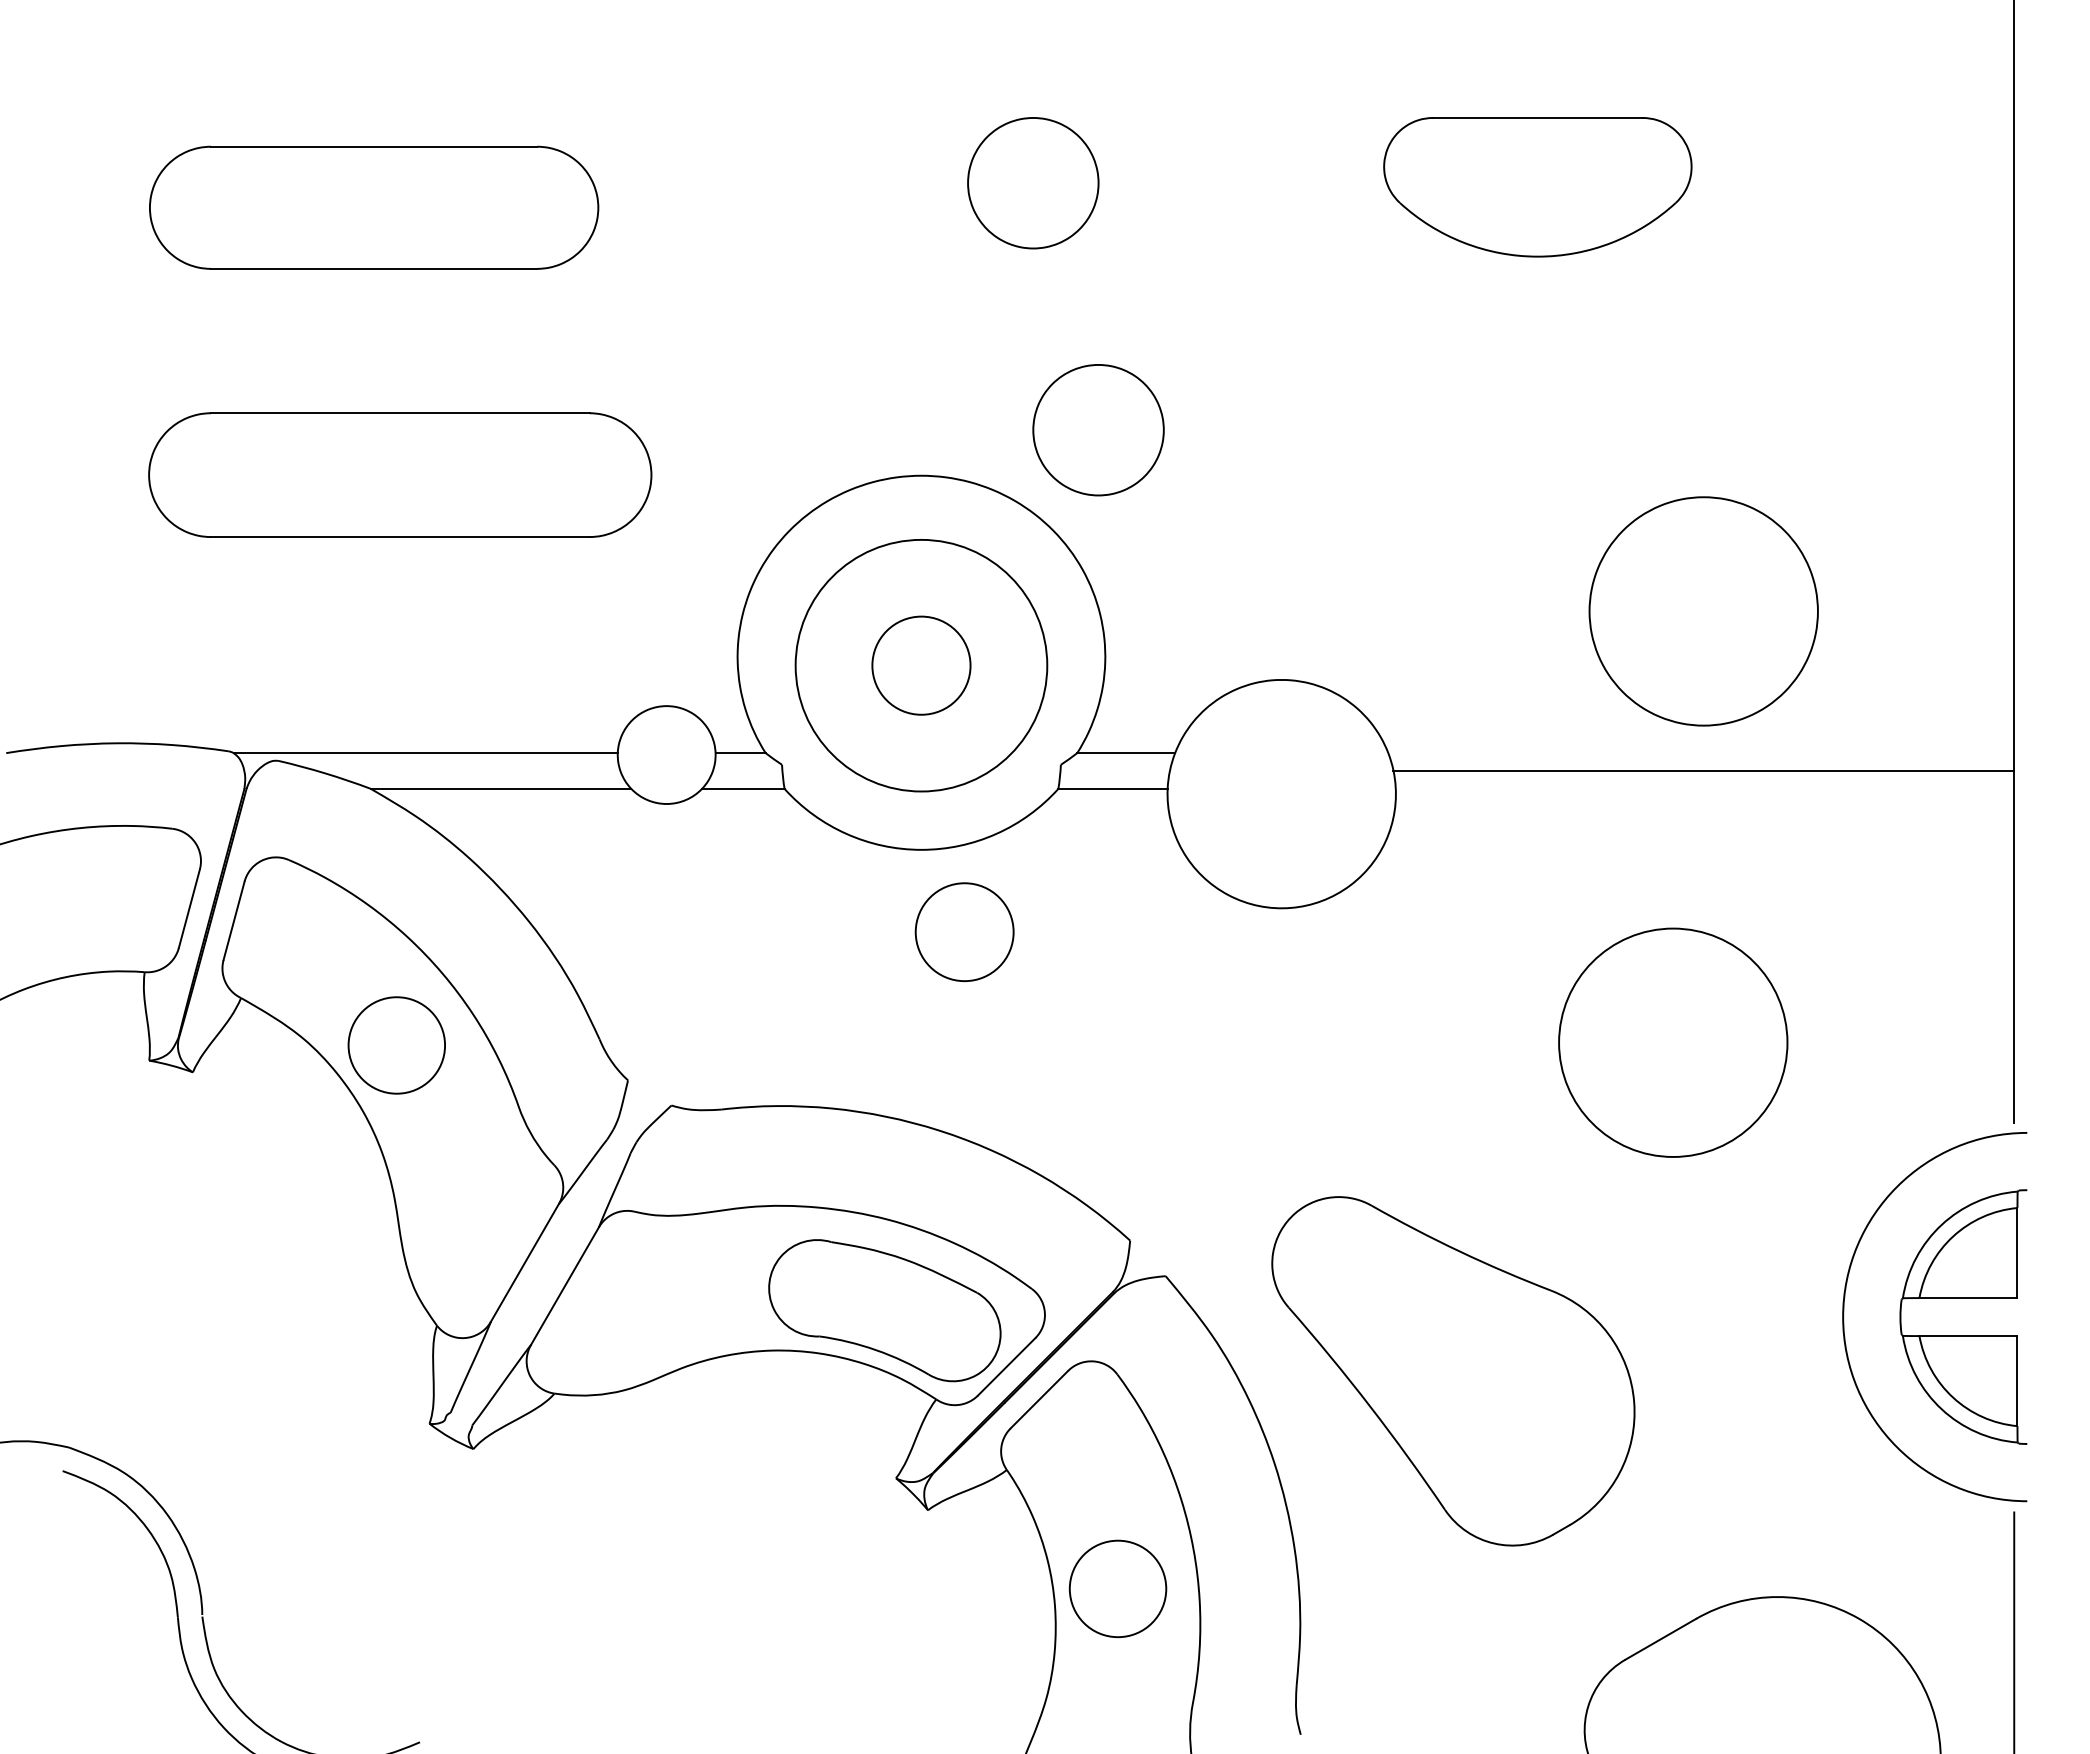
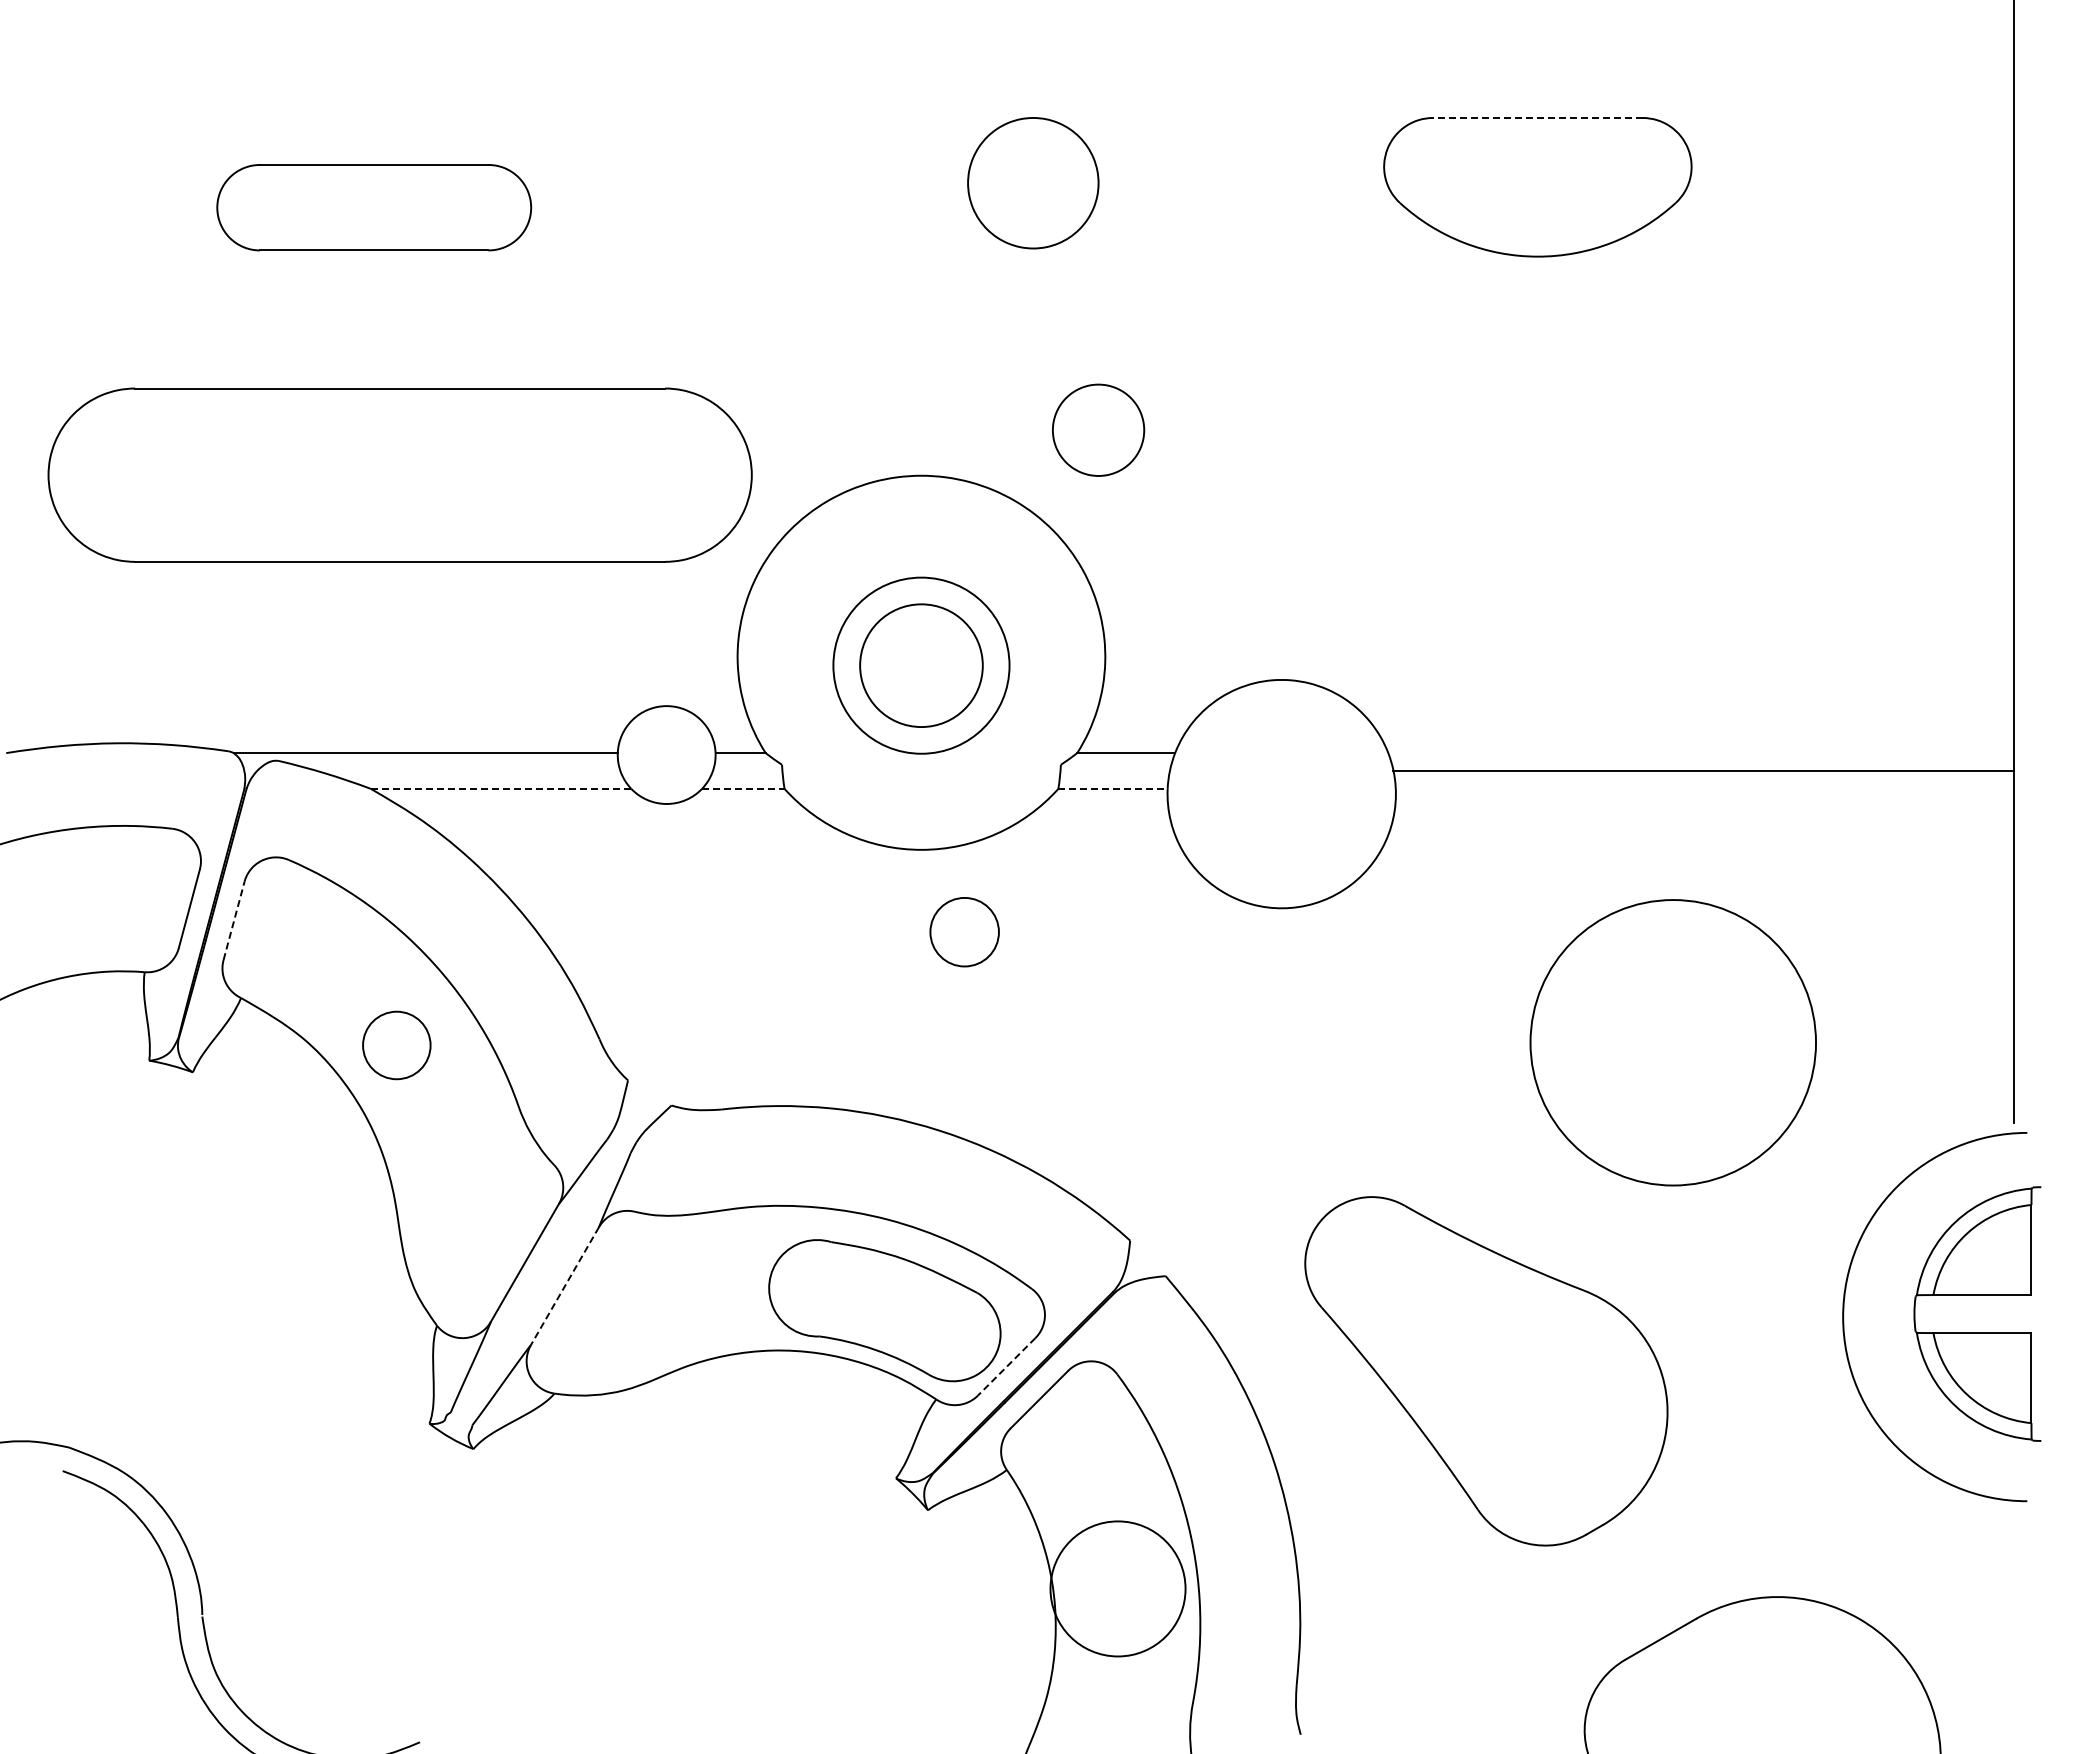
line at (1537, 117): solid -> dashed
part at (374, 207) size: 451x125 px -> 317x88 px
part at (1098, 430) size: 133x133 px -> 94x94 px
part at (400, 474) size: 505x126 px -> 706x176 px
part at (1703, 611): present -> none
circle at (921, 665) diameter: 252 px -> 176 px
circle at (921, 665) diameter: 98 px -> 123 px
line at (501, 788): solid -> dashed
line at (743, 788): solid -> dashed
line at (1113, 788): solid -> dashed
line at (234, 920): solid -> dashed
circle at (964, 932) diameter: 98 px -> 69 px
circle at (1673, 1042) diameter: 228 px -> 285 px
circle at (396, 1045) diameter: 96 px -> 68 px
line at (565, 1286): solid -> dashed
part at (1963, 1298) position: (1963, 1298) -> (1977, 1295)
line at (1006, 1366): solid -> dashed
part at (1453, 1371) position: (1453, 1371) -> (1486, 1371)
circle at (1117, 1588) diameter: 96 px -> 135 px
line at (2014, 1631): present -> none
